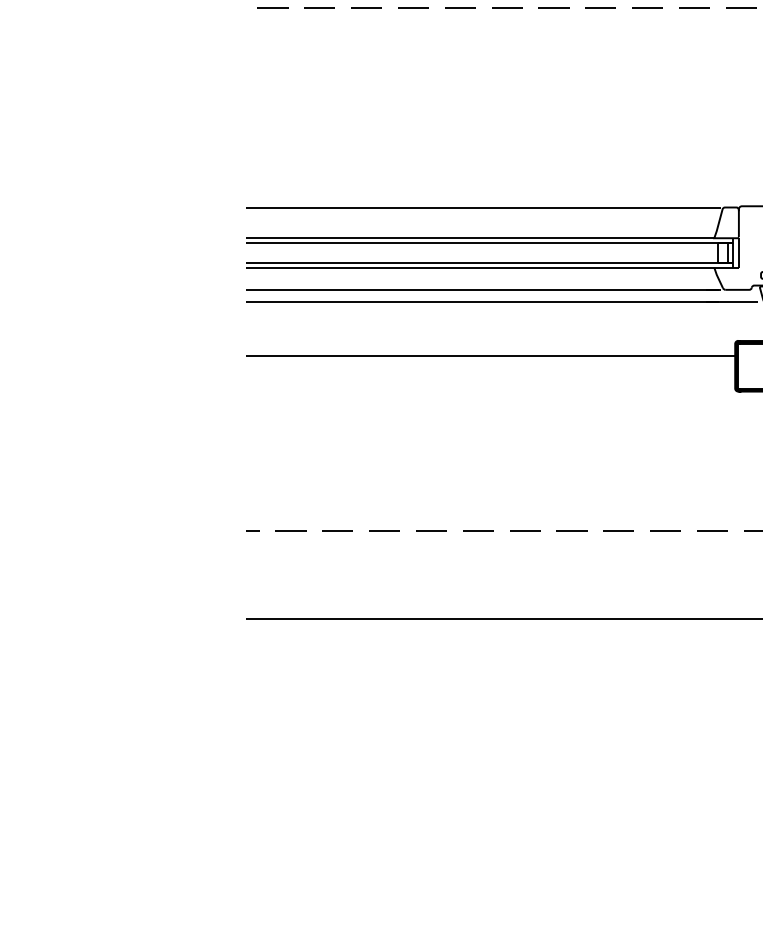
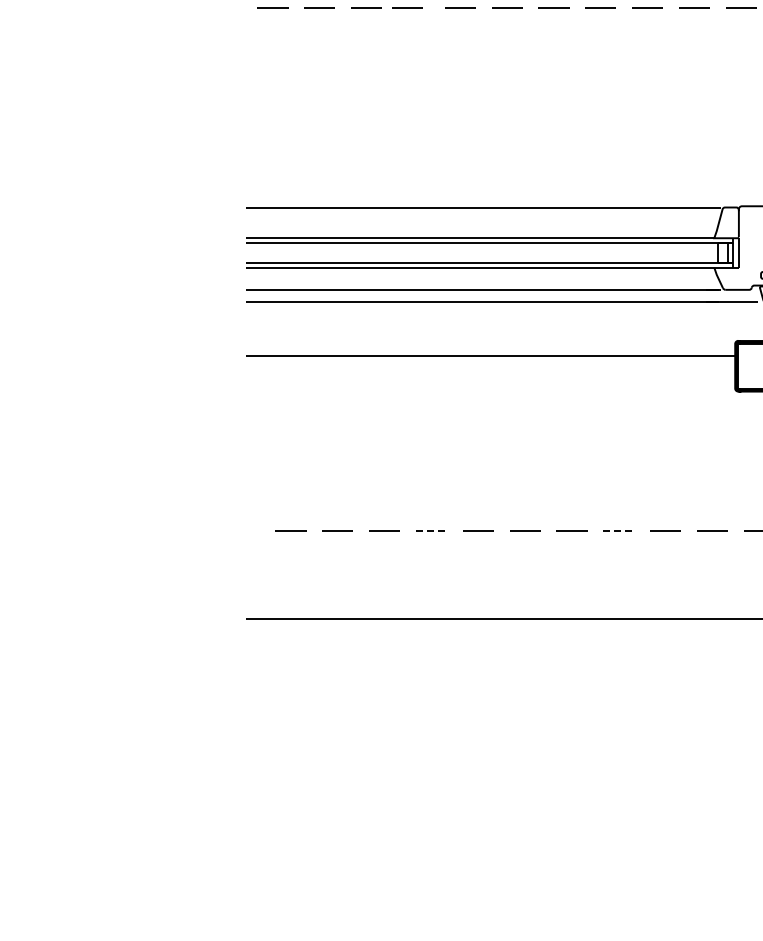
line at (413, 7) position: (413, 7) -> (407, 7)
line at (252, 530): present -> none
line at (431, 530): solid -> dashed
line at (618, 530): solid -> dashed
